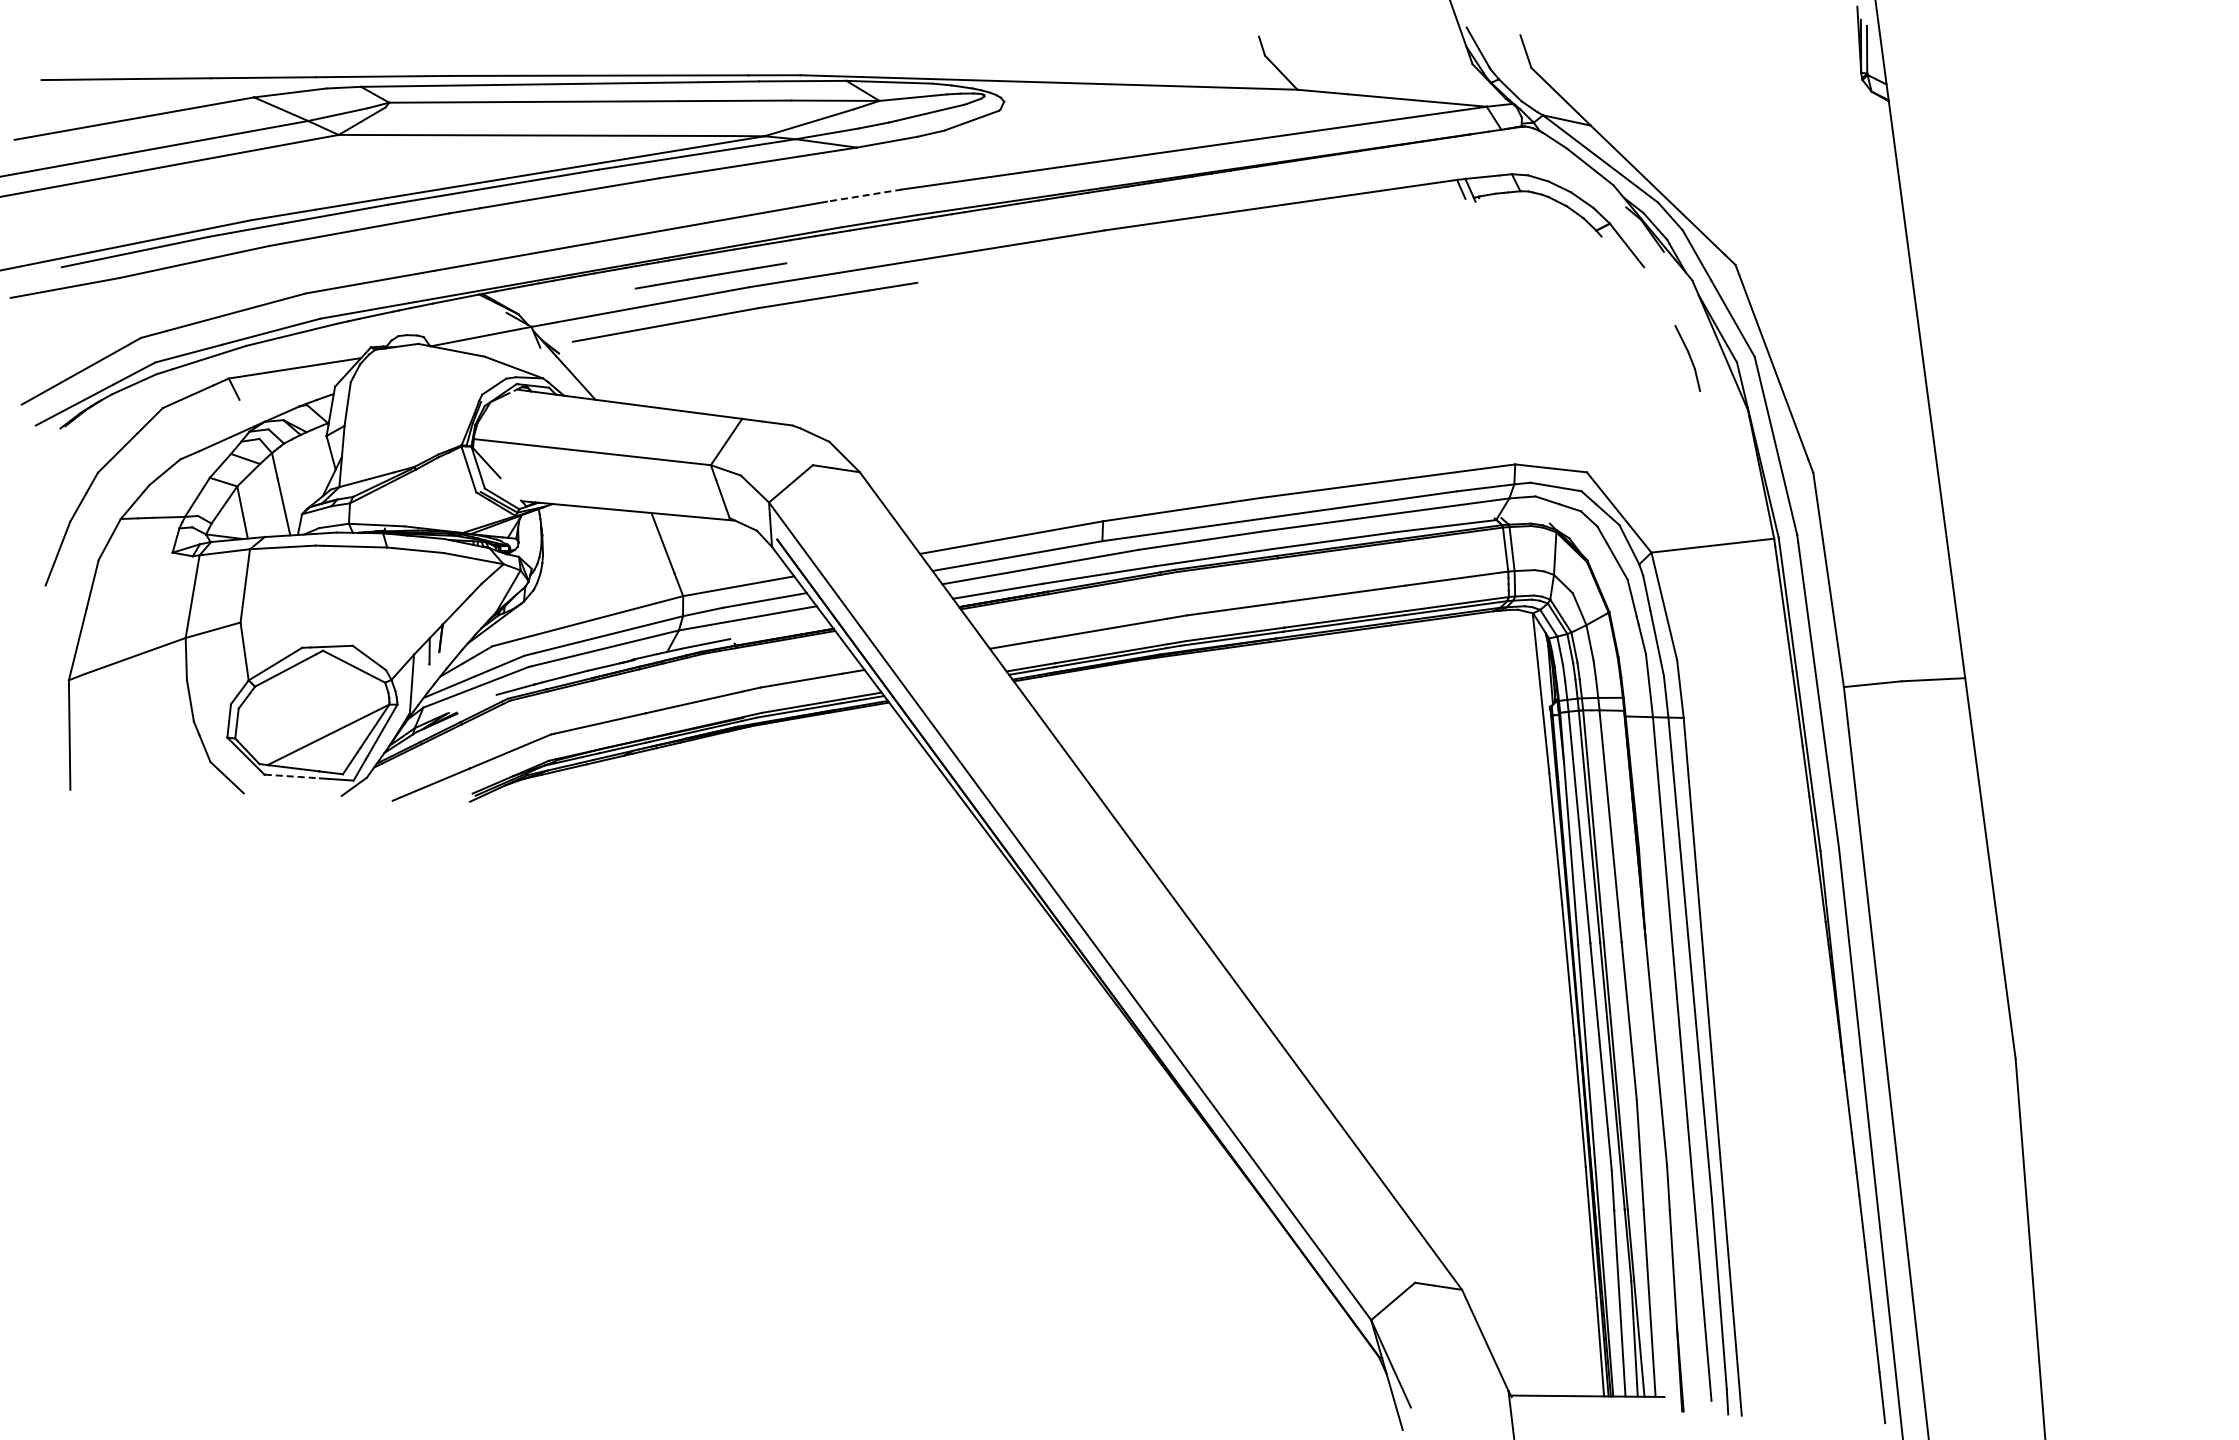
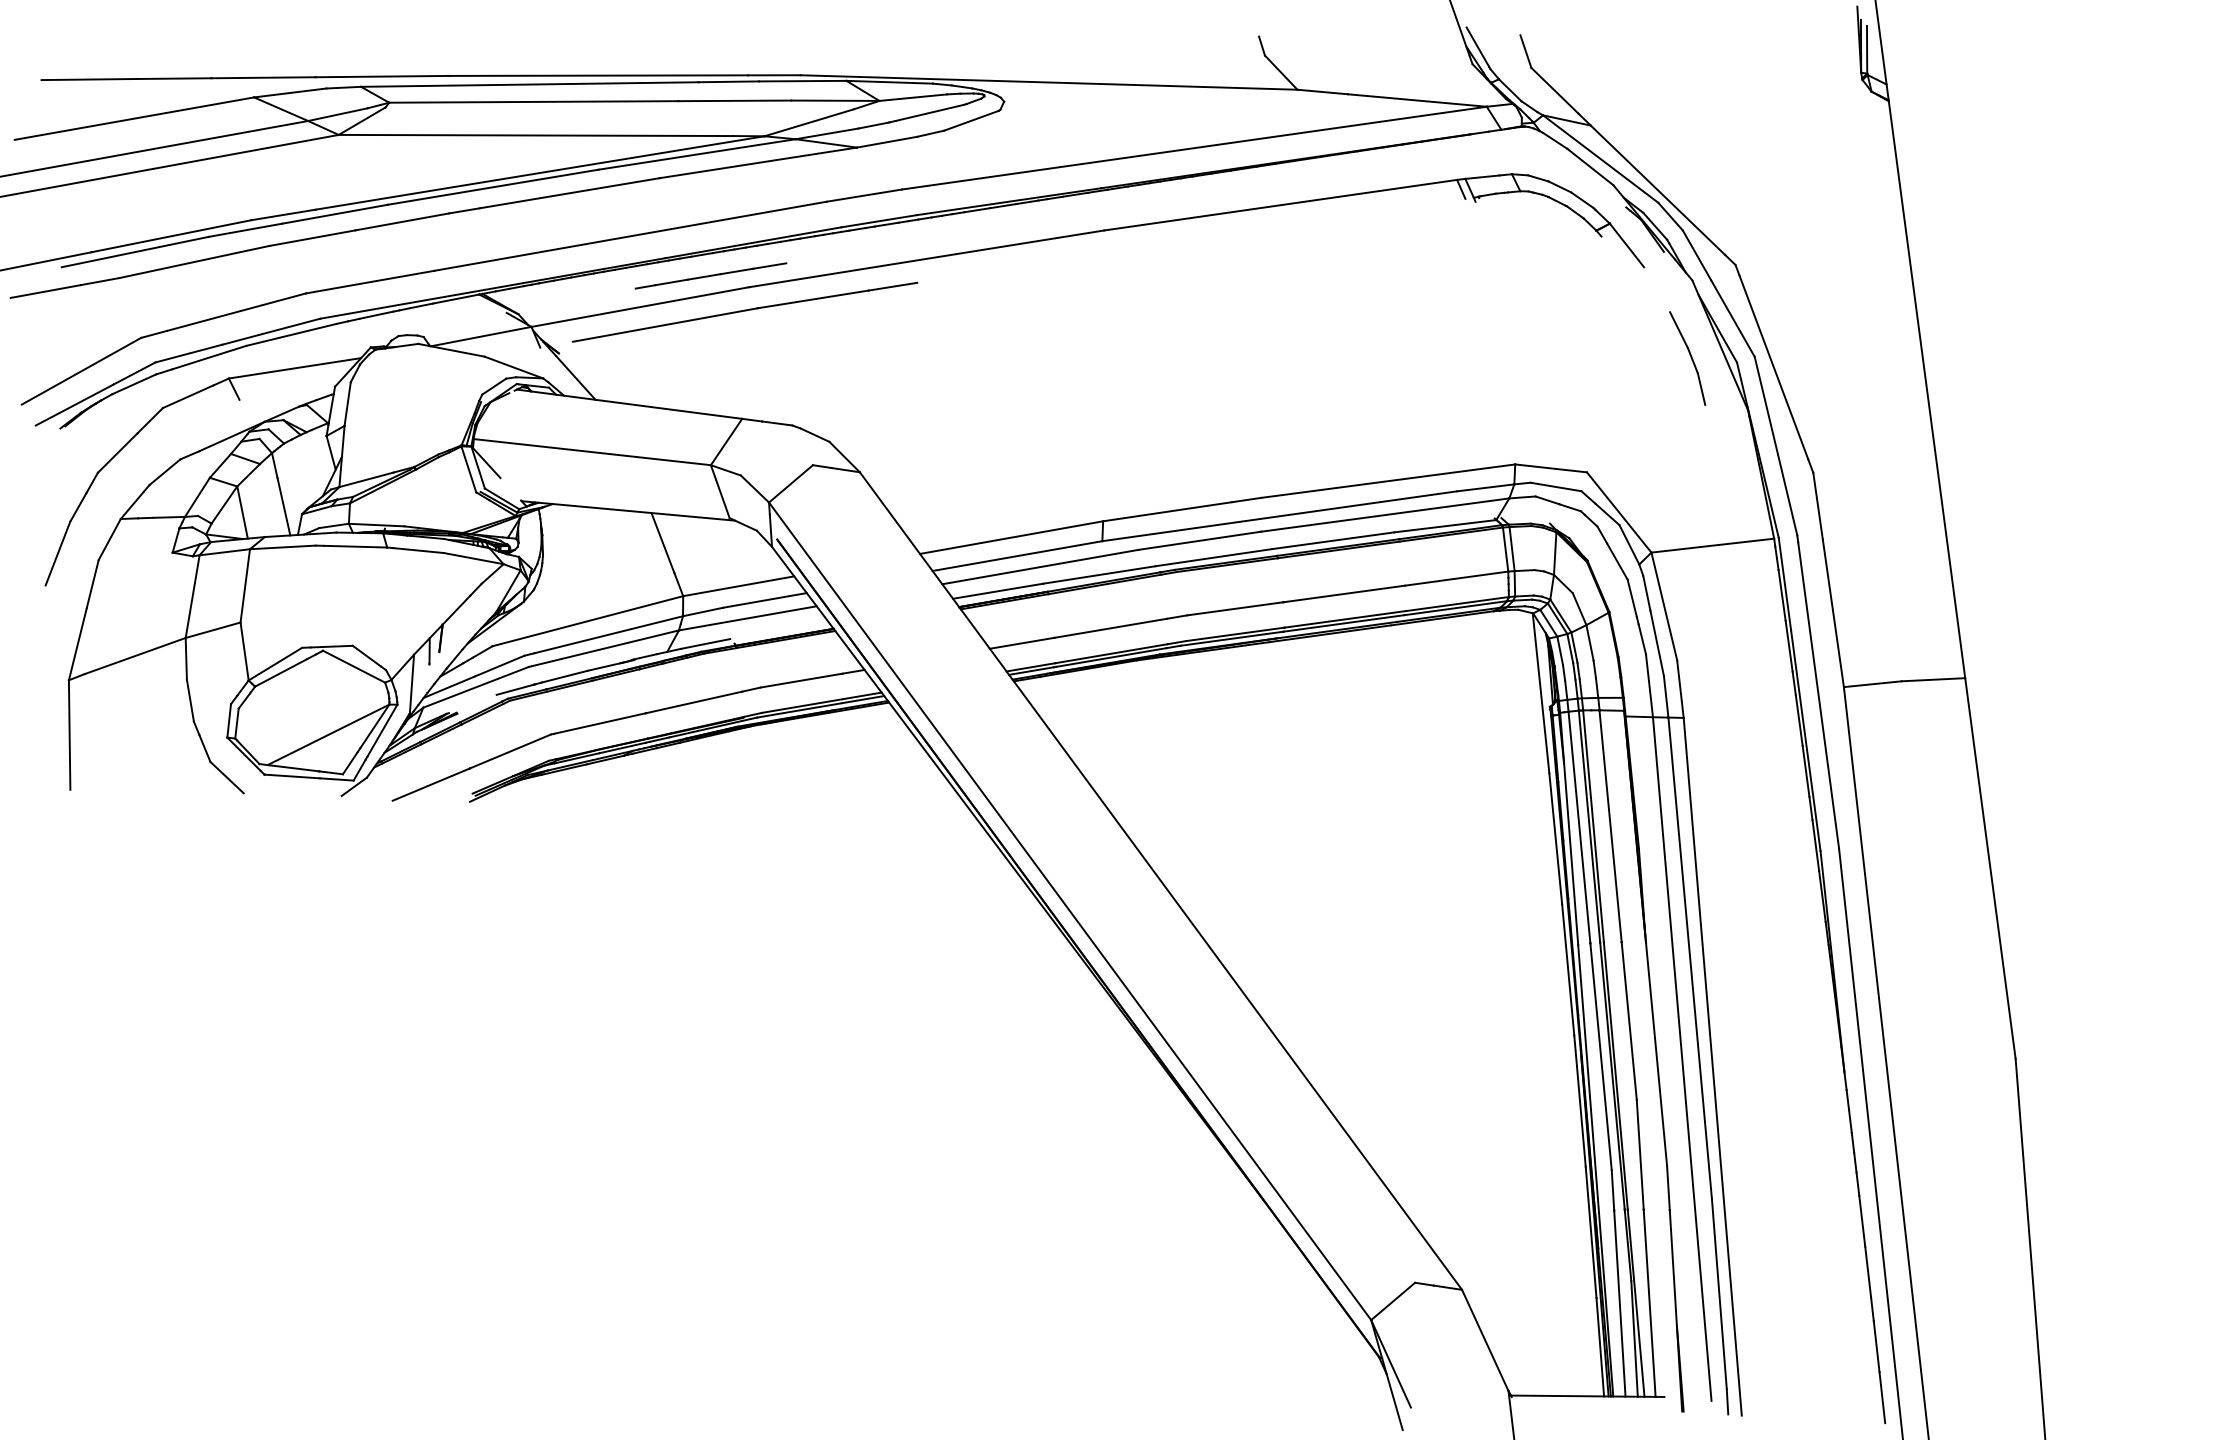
line at (864, 195): dashed -> solid
part at (1687, 358) size: 27x67 px -> 38x95 px
line at (292, 776): dashed -> solid
